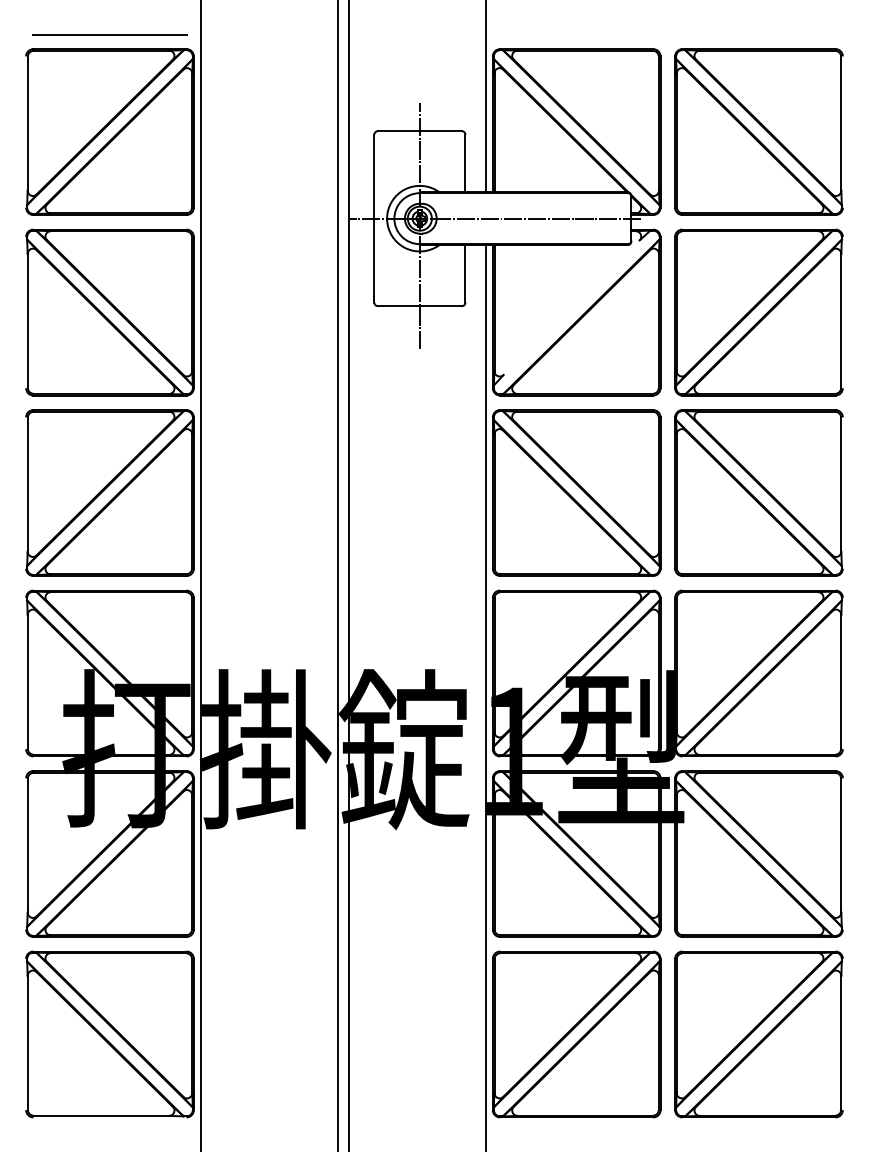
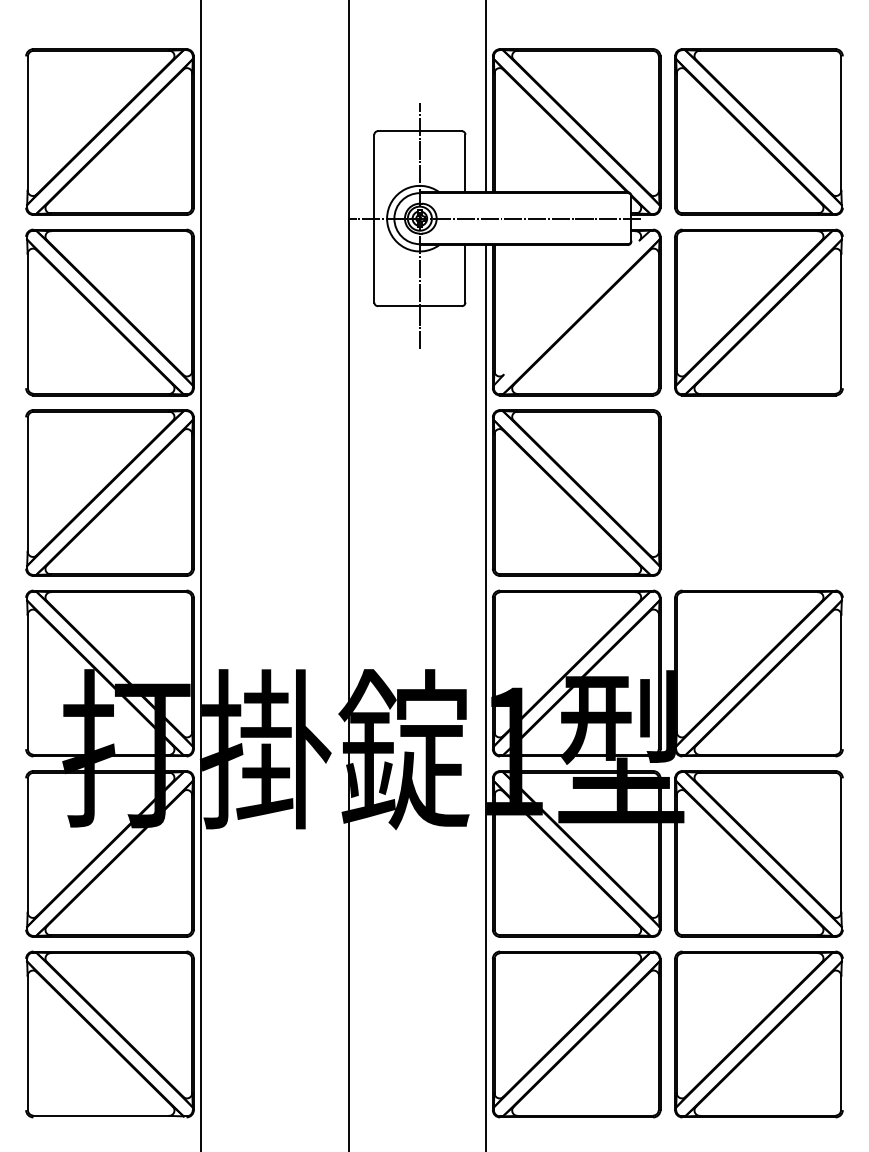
line at (109, 34): present -> none
part at (758, 492): present -> none
line at (337, 575): present -> none
